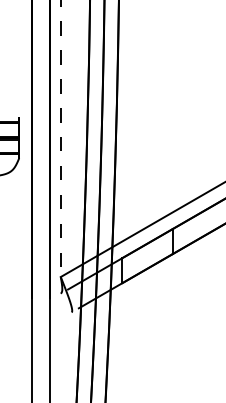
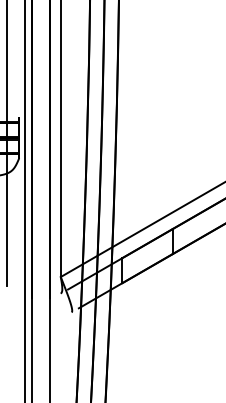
line at (60, 139): dashed -> solid
line at (6, 143): none -> present
line at (24, 200): none -> present
